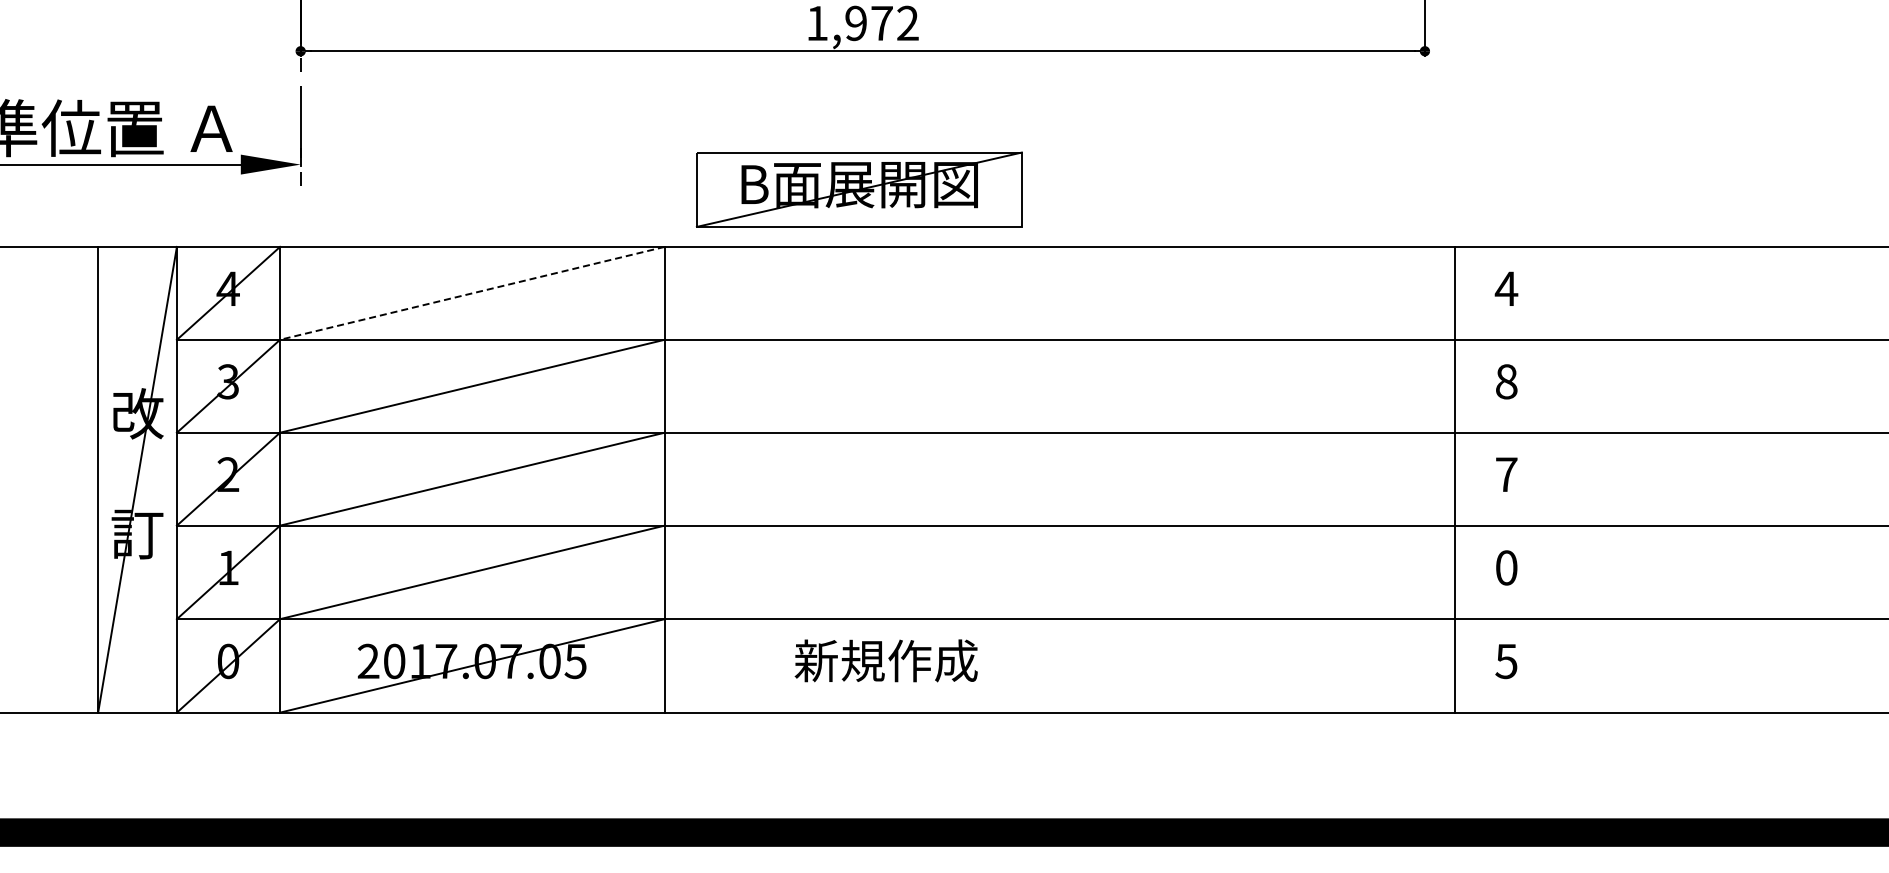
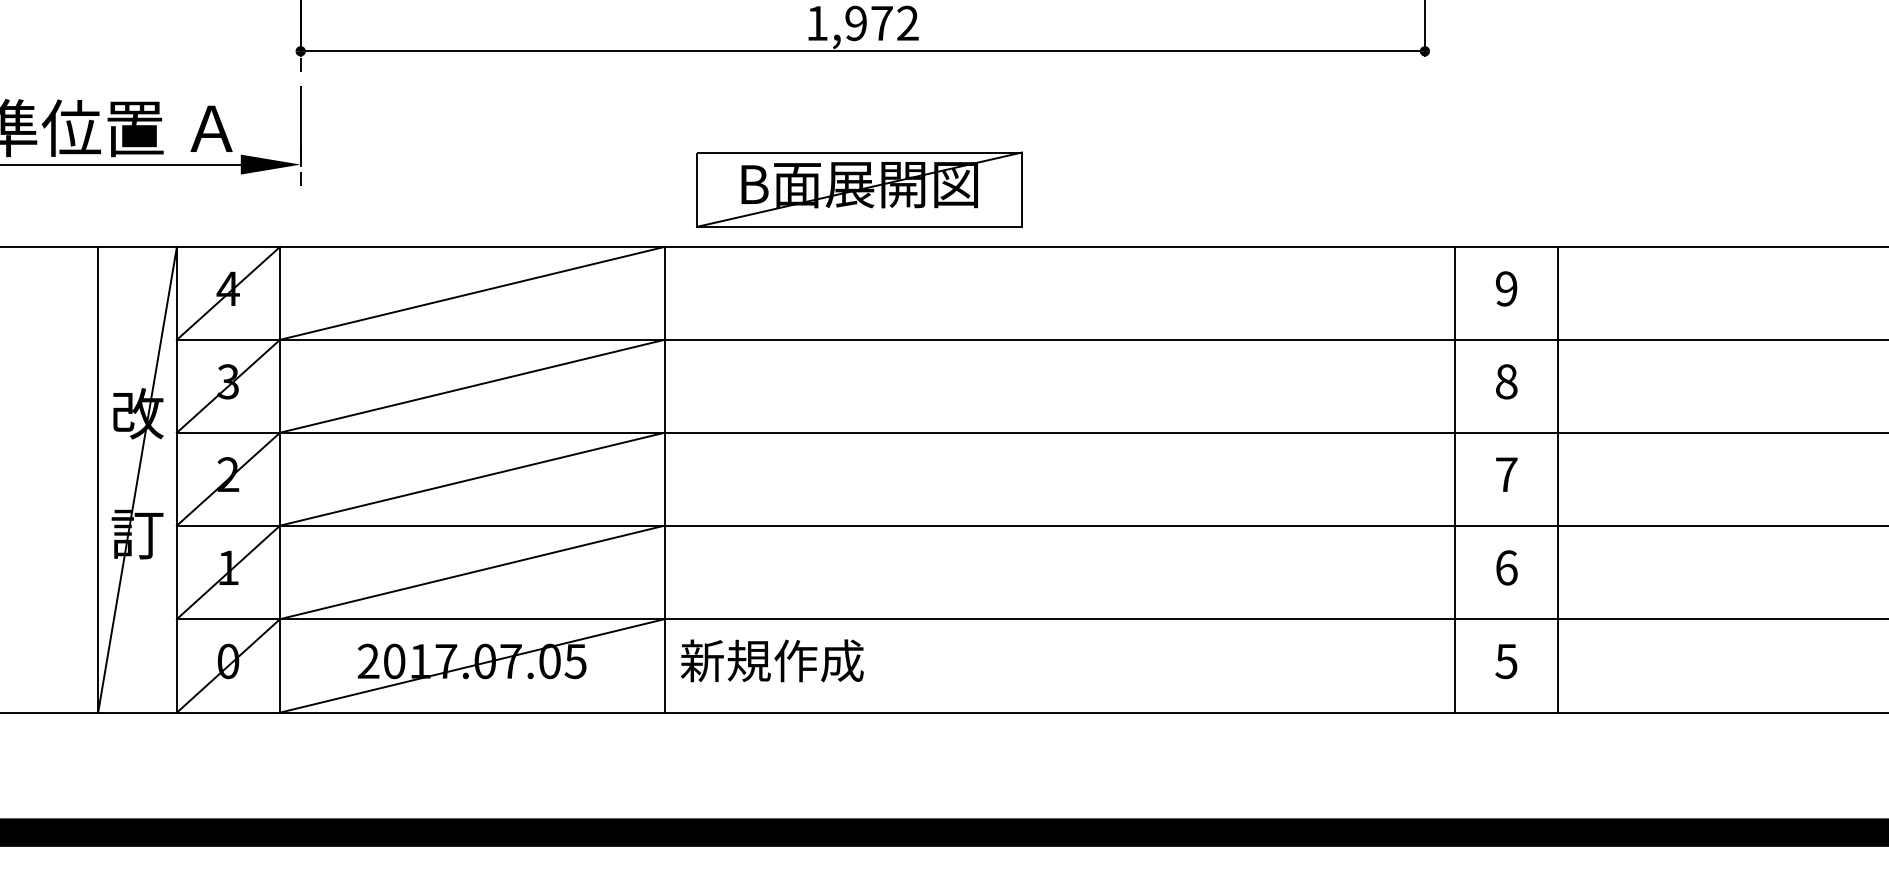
text at (1506, 288): 4 -> 9
line at (472, 293): dashed -> solid
line at (1558, 479): none -> present
text at (1506, 567): 0 -> 6
text at (885, 660) position: (885, 660) -> (771, 660)
